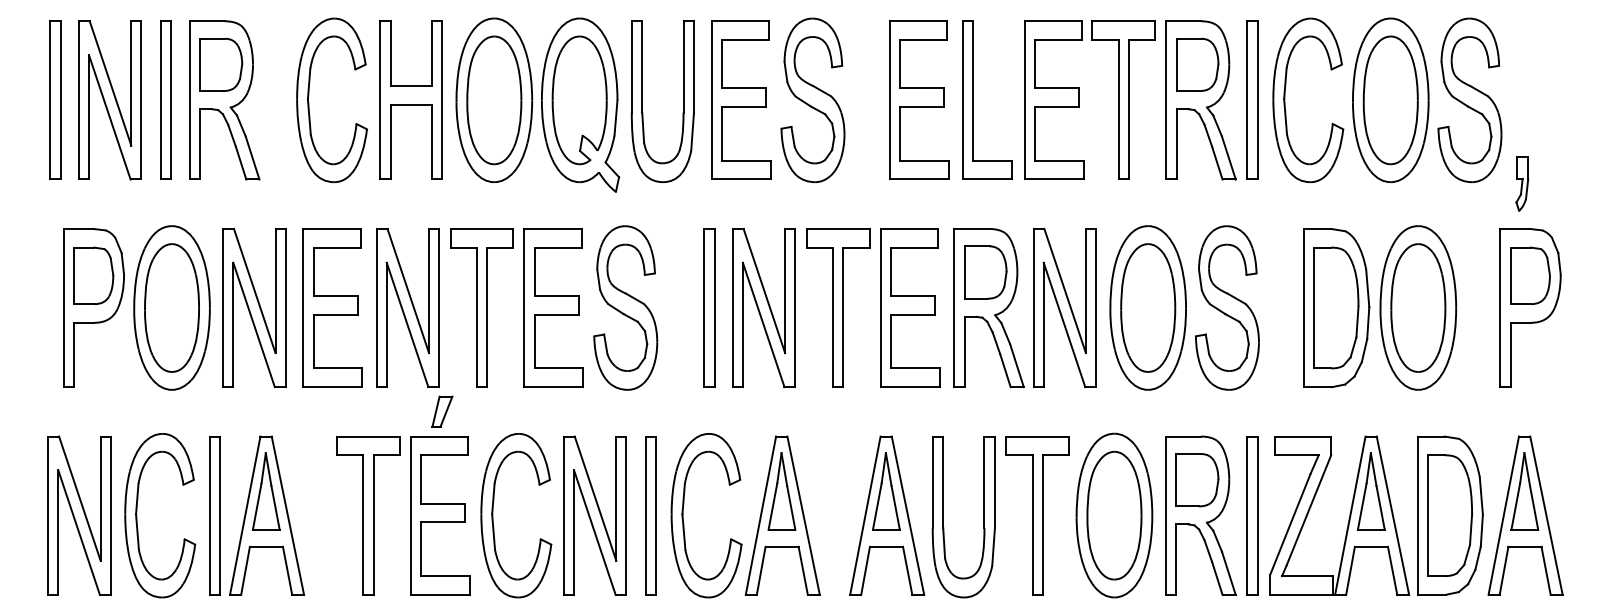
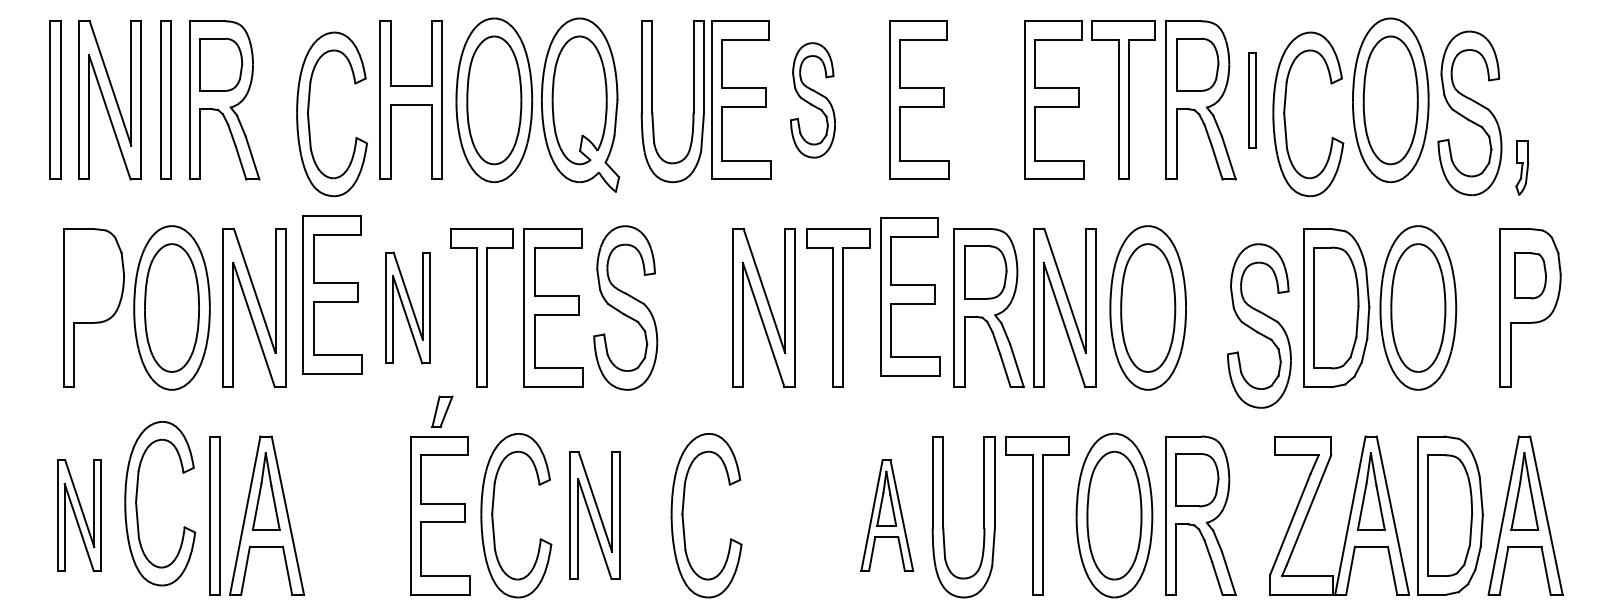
part at (973, 99): present -> none
part at (1252, 99) size: 13x160 px -> 9x97 px
part at (812, 100) size: 66x167 px -> 46x117 px
part at (1285, 100) position: (1285, 100) -> (1285, 114)
part at (1469, 100) position: (1469, 100) -> (1469, 113)
part at (642, 101) position: (642, 101) -> (652, 101)
part at (309, 102) position: (309, 102) -> (309, 116)
part at (1522, 183) position: (1522, 183) -> (1522, 167)
part at (93, 275): present -> none
part at (1530, 275) size: 41x59 px -> 33x48 px
part at (332, 307) position: (332, 307) -> (332, 294)
part at (407, 307) size: 64x160 px -> 46x114 px
part at (709, 307): present -> none
part at (910, 307) position: (910, 307) -> (910, 296)
part at (1227, 307) position: (1227, 307) -> (1259, 325)
part at (79, 515) size: 65x161 px -> 45x113 px
part at (368, 515): present -> none
part at (594, 515) size: 64x161 px -> 52x129 px
part at (650, 515): present -> none
part at (782, 515): present -> none
part at (887, 515) size: 77x161 px -> 55x113 px
part at (1252, 515): present -> none
part at (137, 516) position: (137, 516) -> (137, 504)
